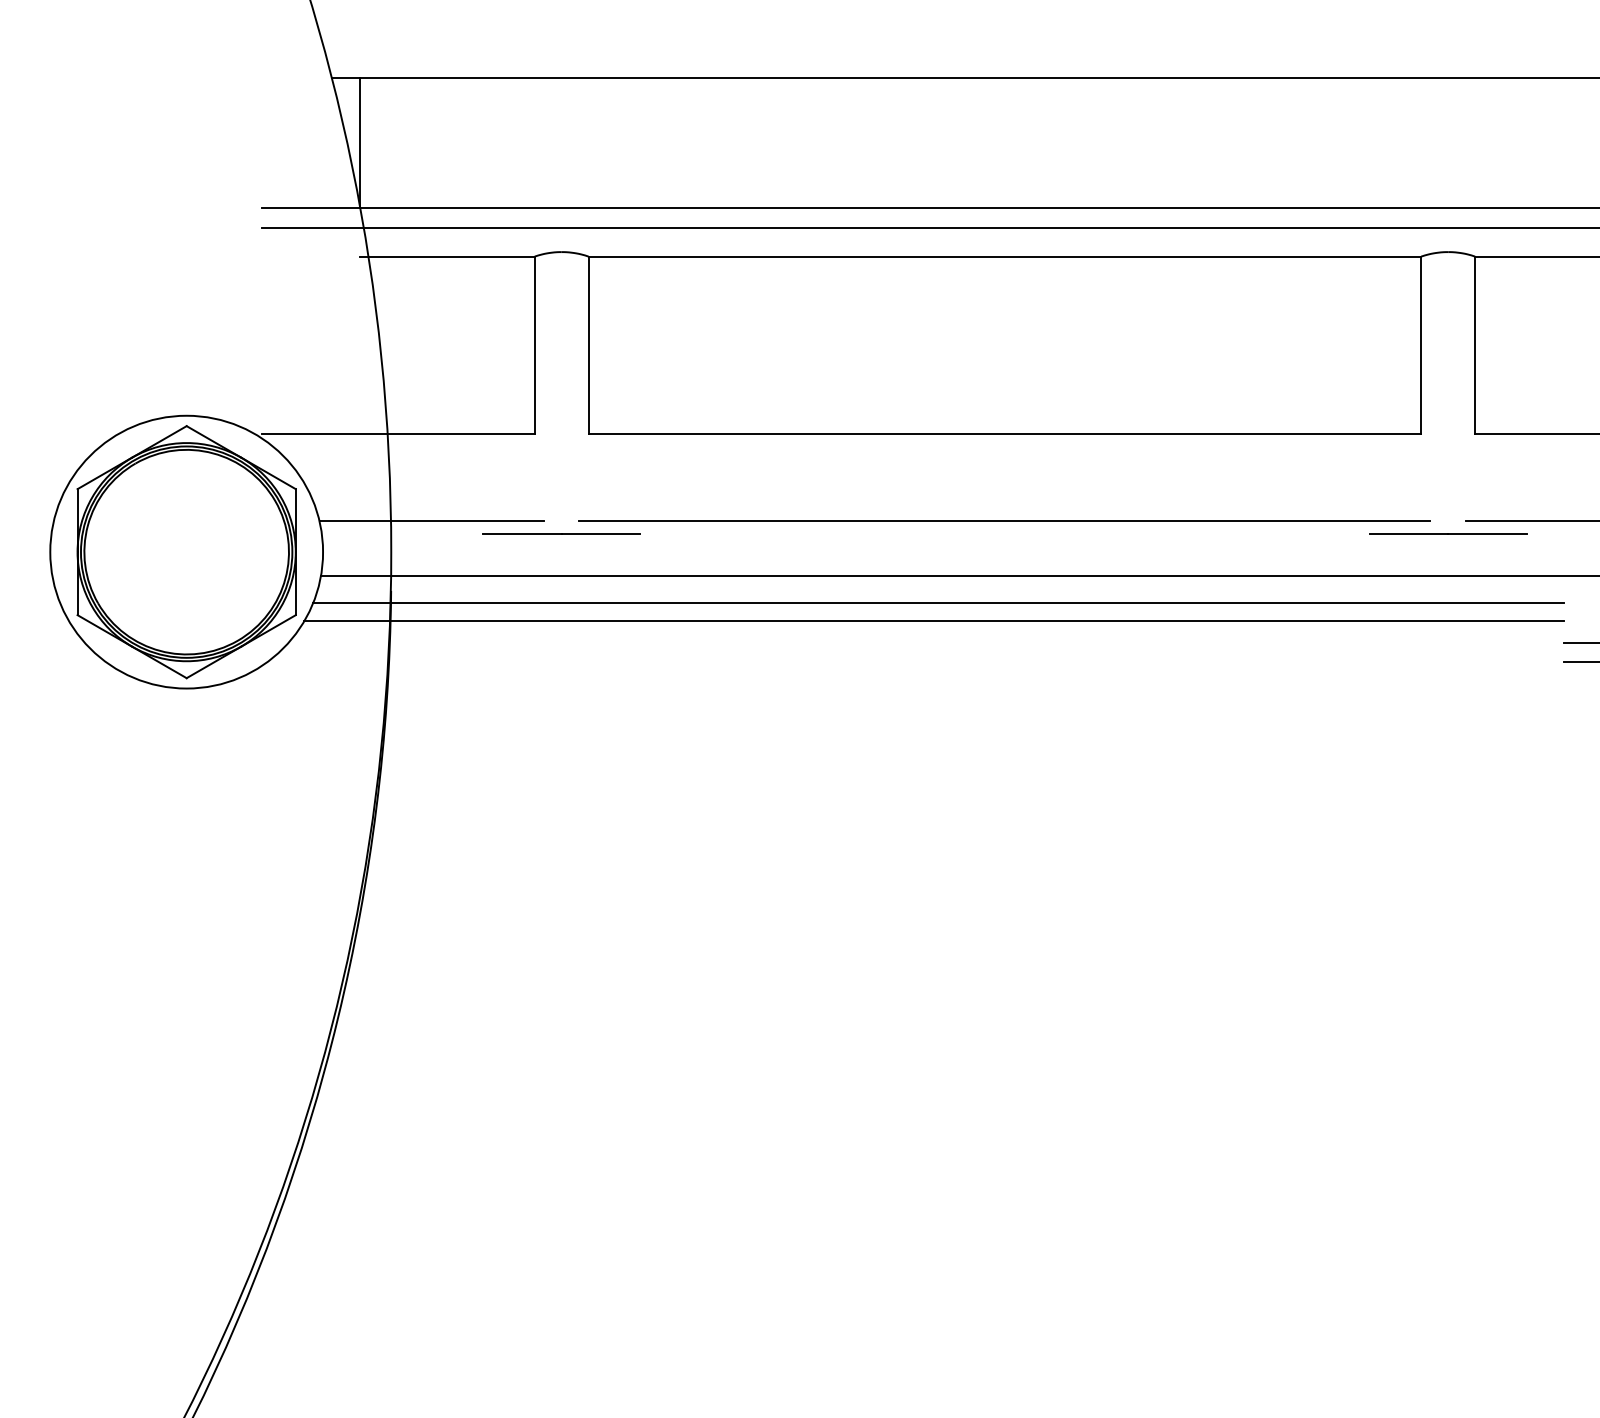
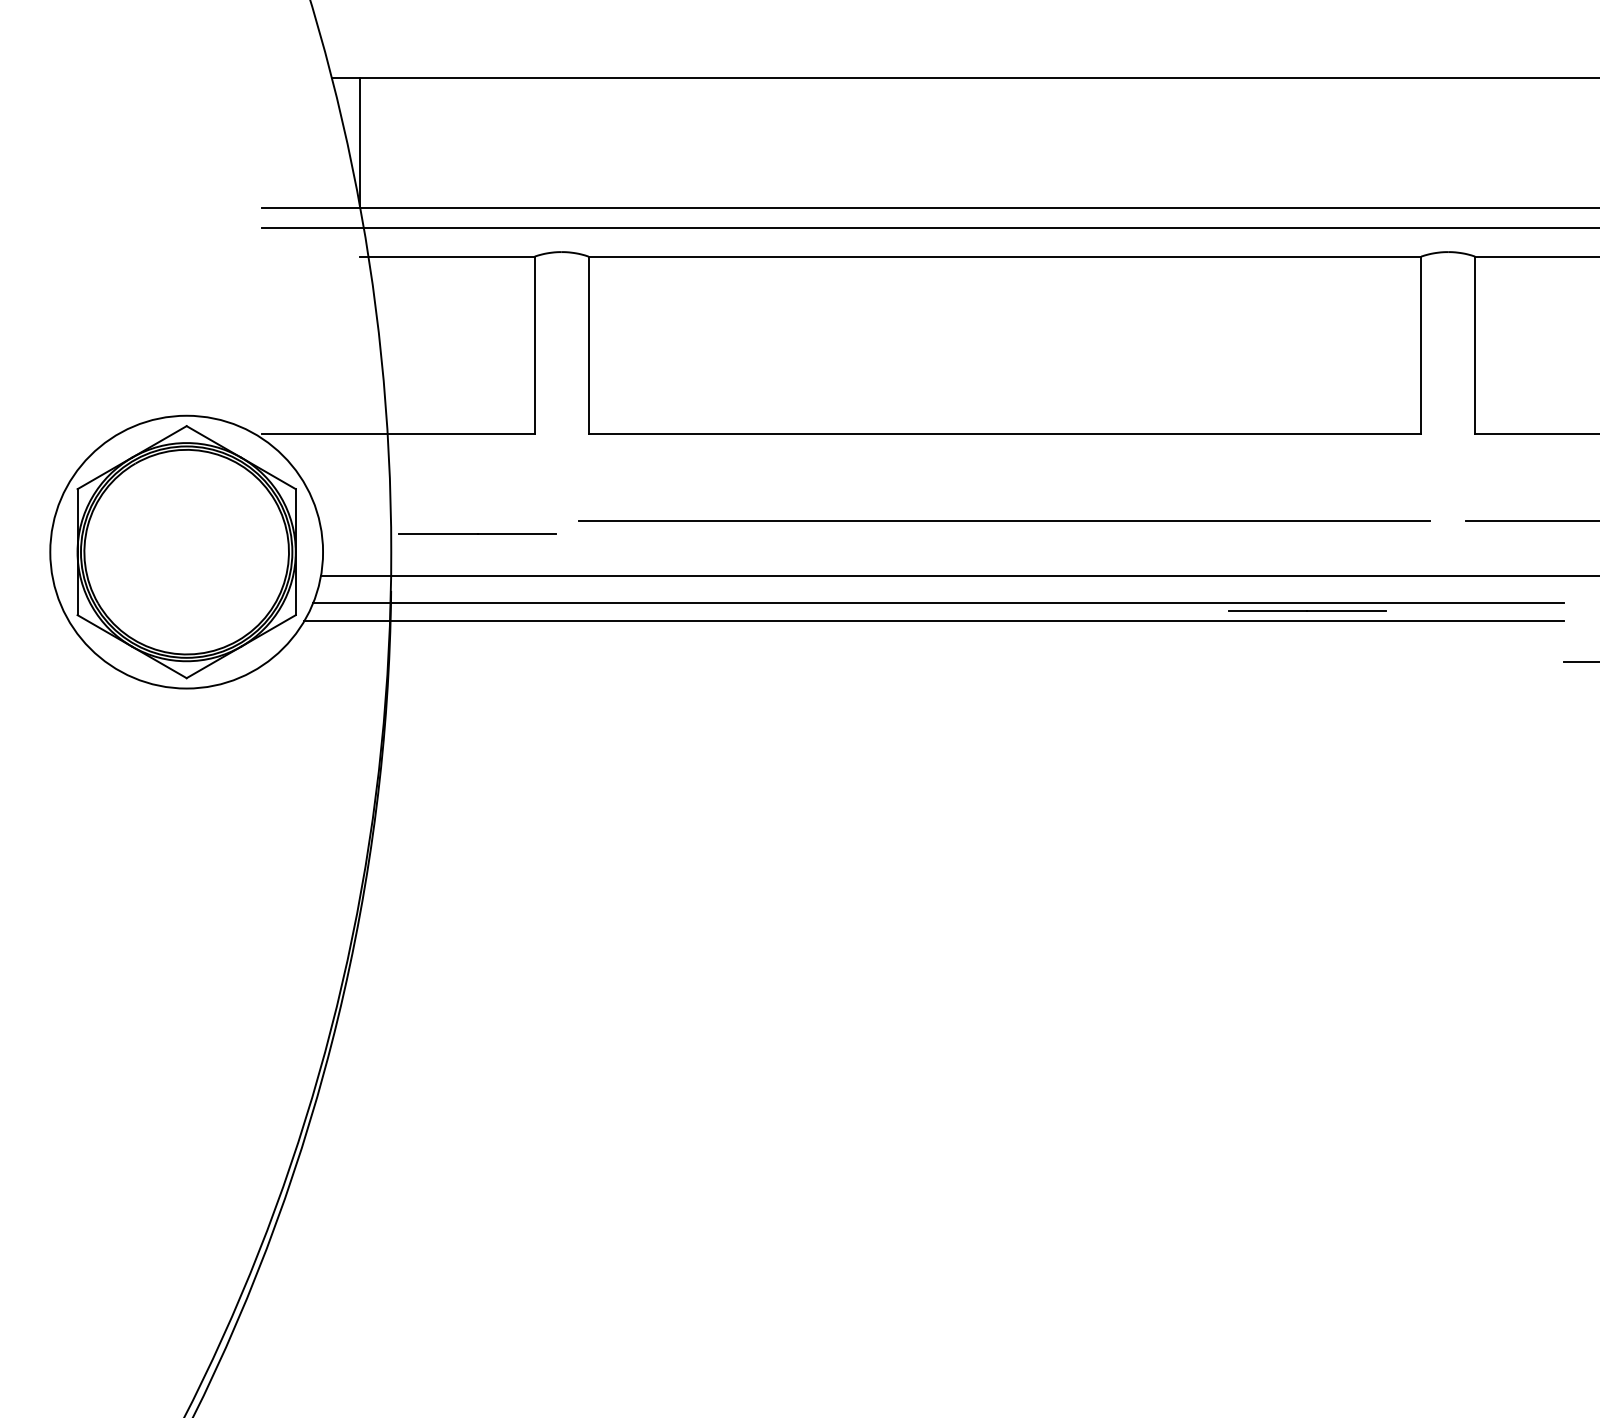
line at (431, 521): present -> none
line at (561, 533) position: (561, 533) -> (477, 533)
line at (1448, 533) position: (1448, 533) -> (1307, 610)
line at (1580, 643): present -> none
